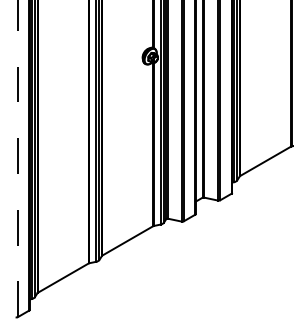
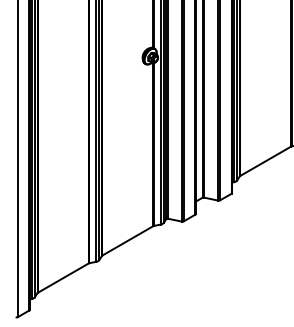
line at (18, 158): dashed -> solid
